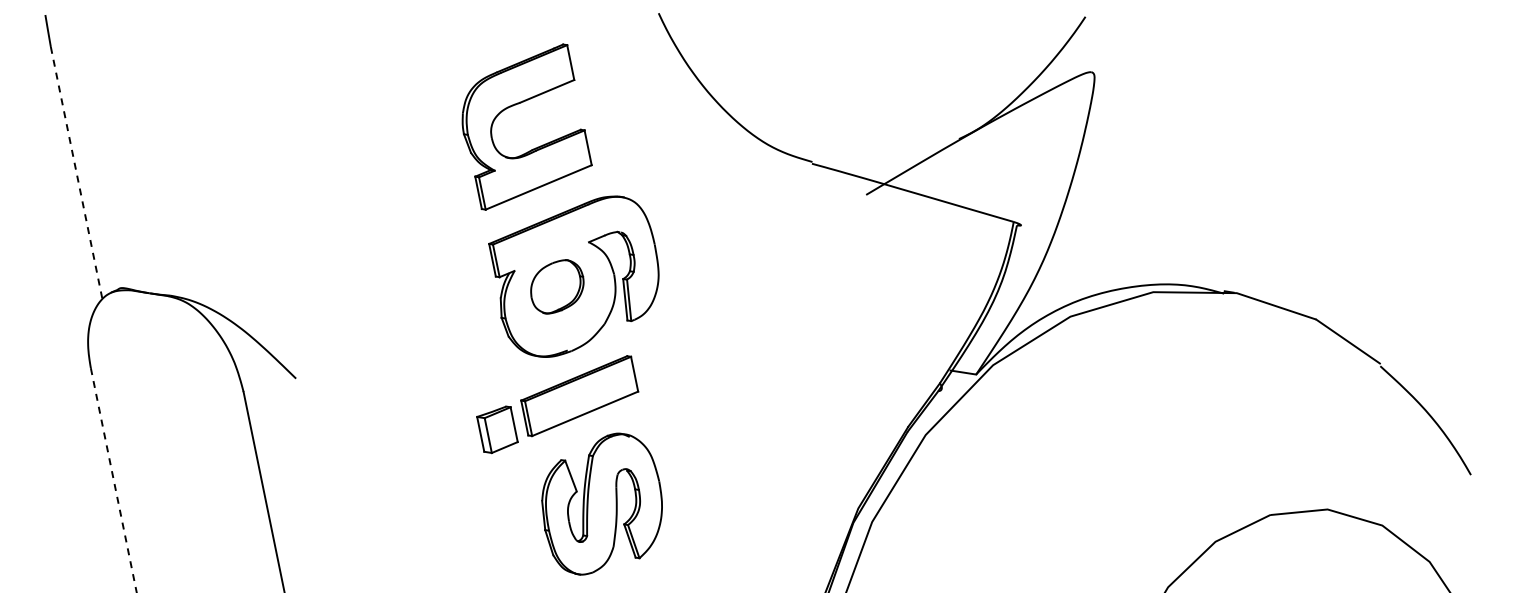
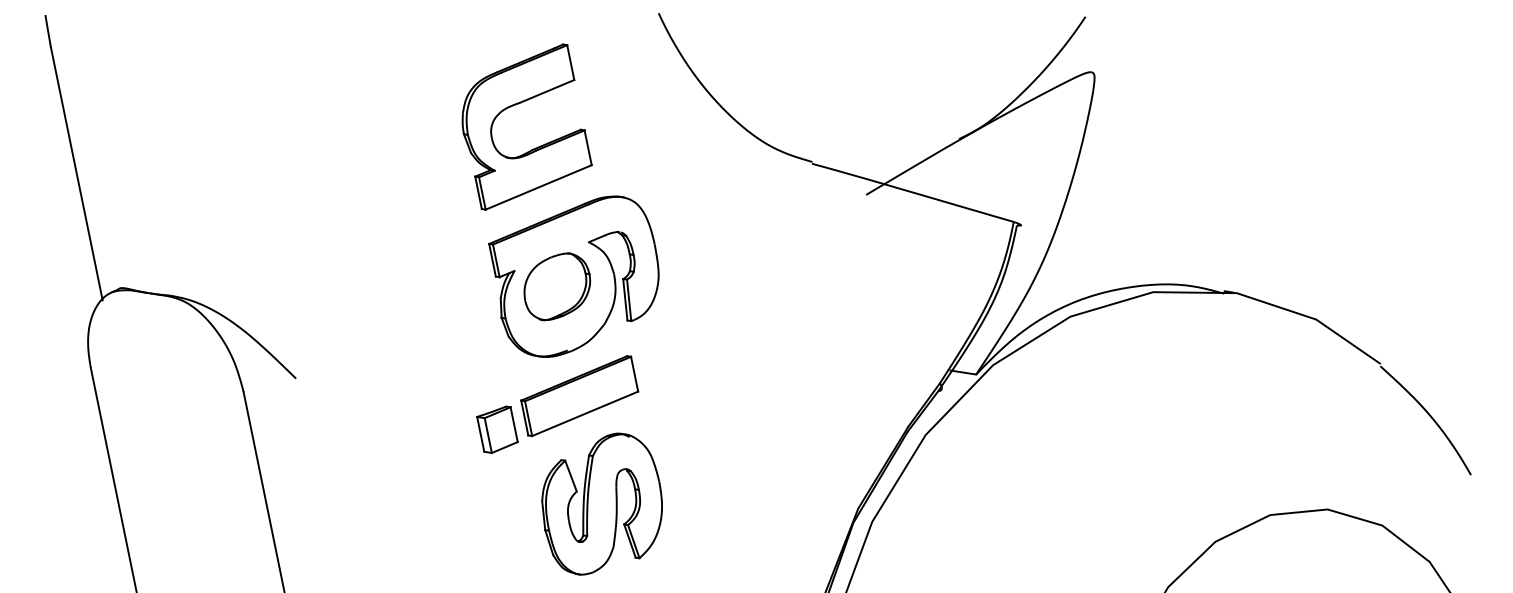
line at (76, 174): dashed -> solid
part at (557, 286) size: 55x56 px -> 69x70 px
line at (113, 480): dashed -> solid
